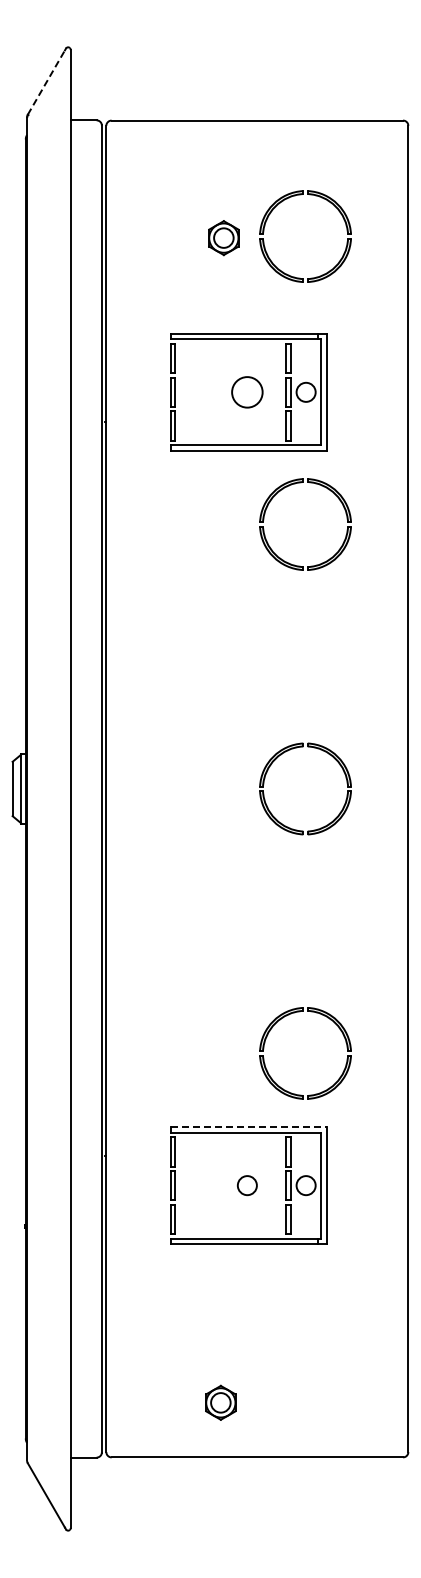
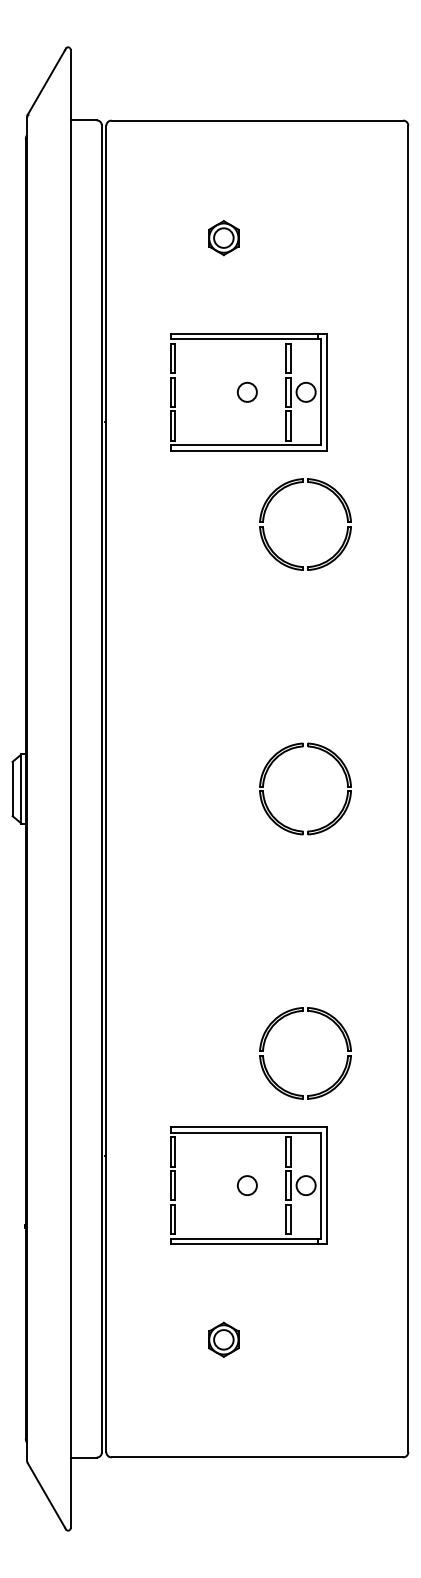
line at (46, 82): dashed -> solid
part at (287, 199): present -> none
circle at (247, 392) diameter: 31 px -> 19 px
line at (248, 1126): dashed -> solid
part at (220, 1402) position: (220, 1402) -> (223, 1339)
